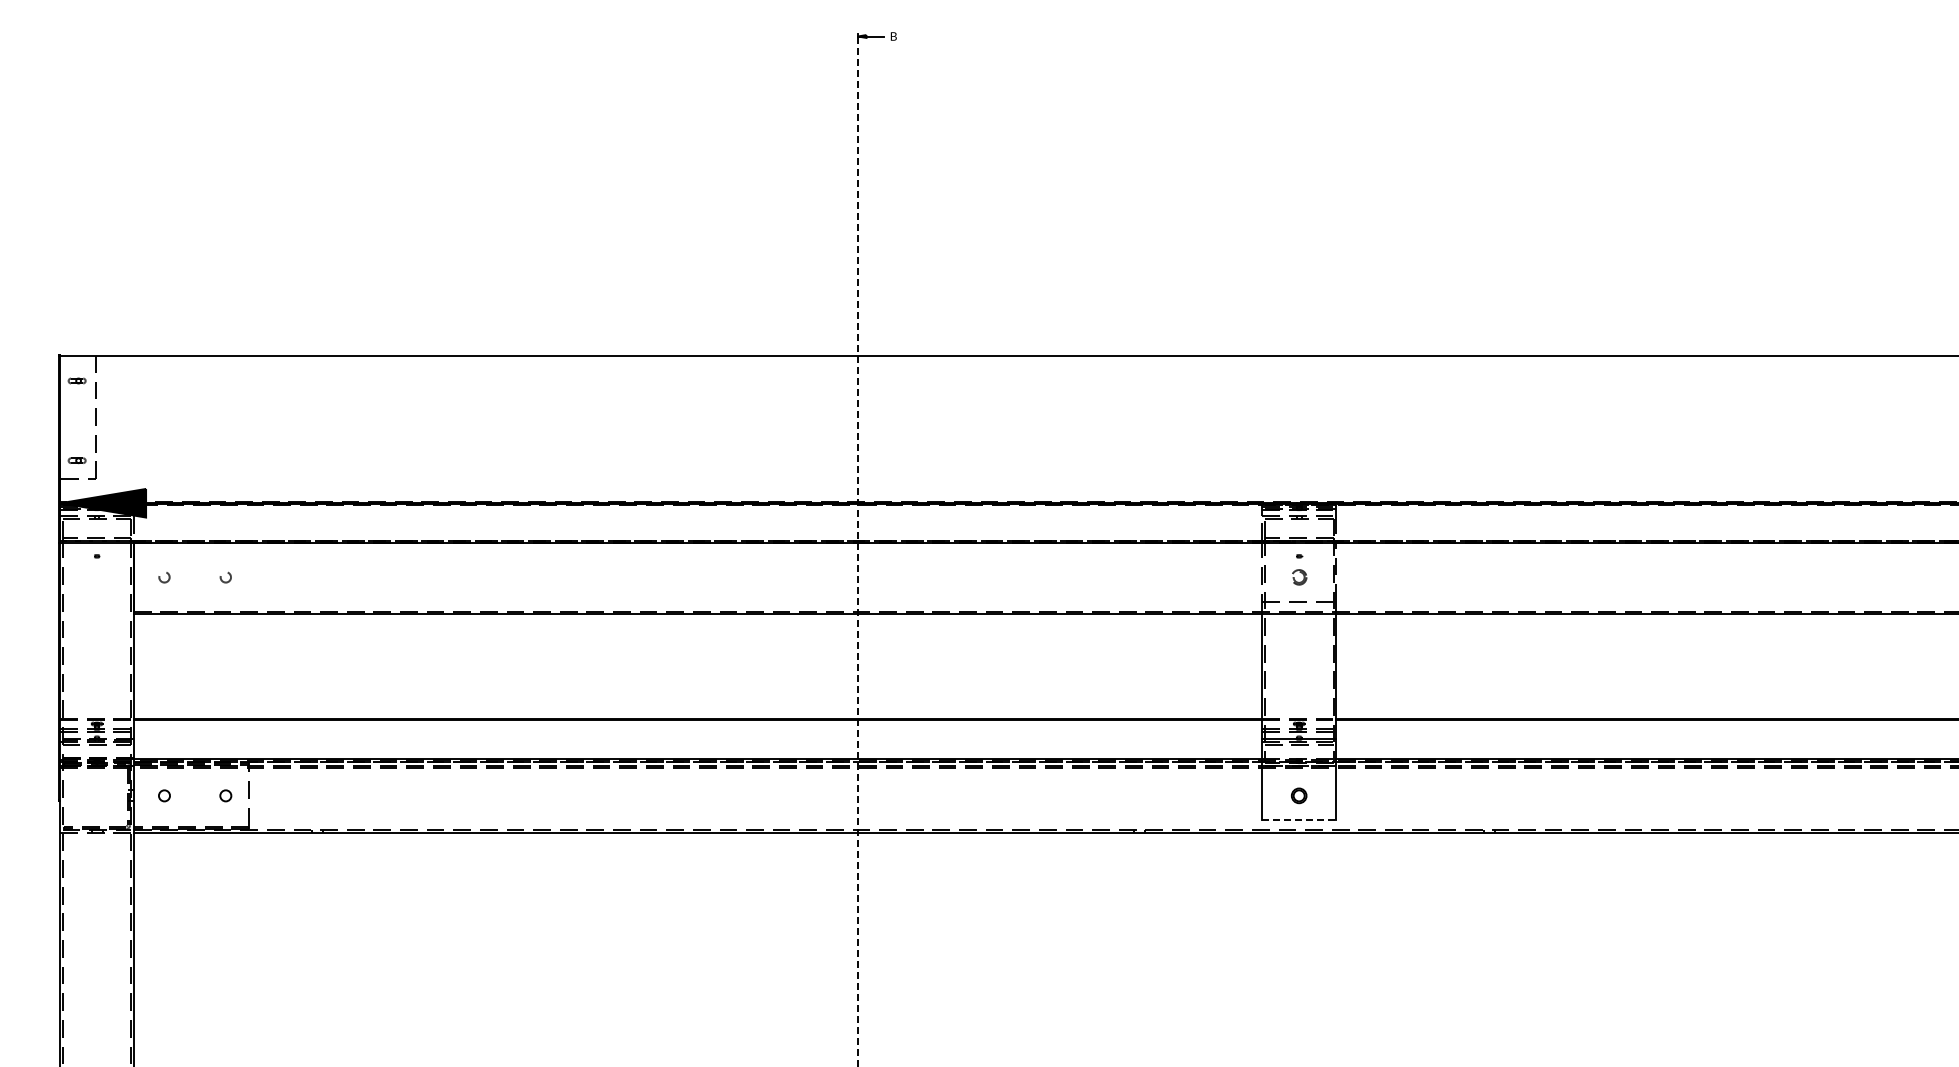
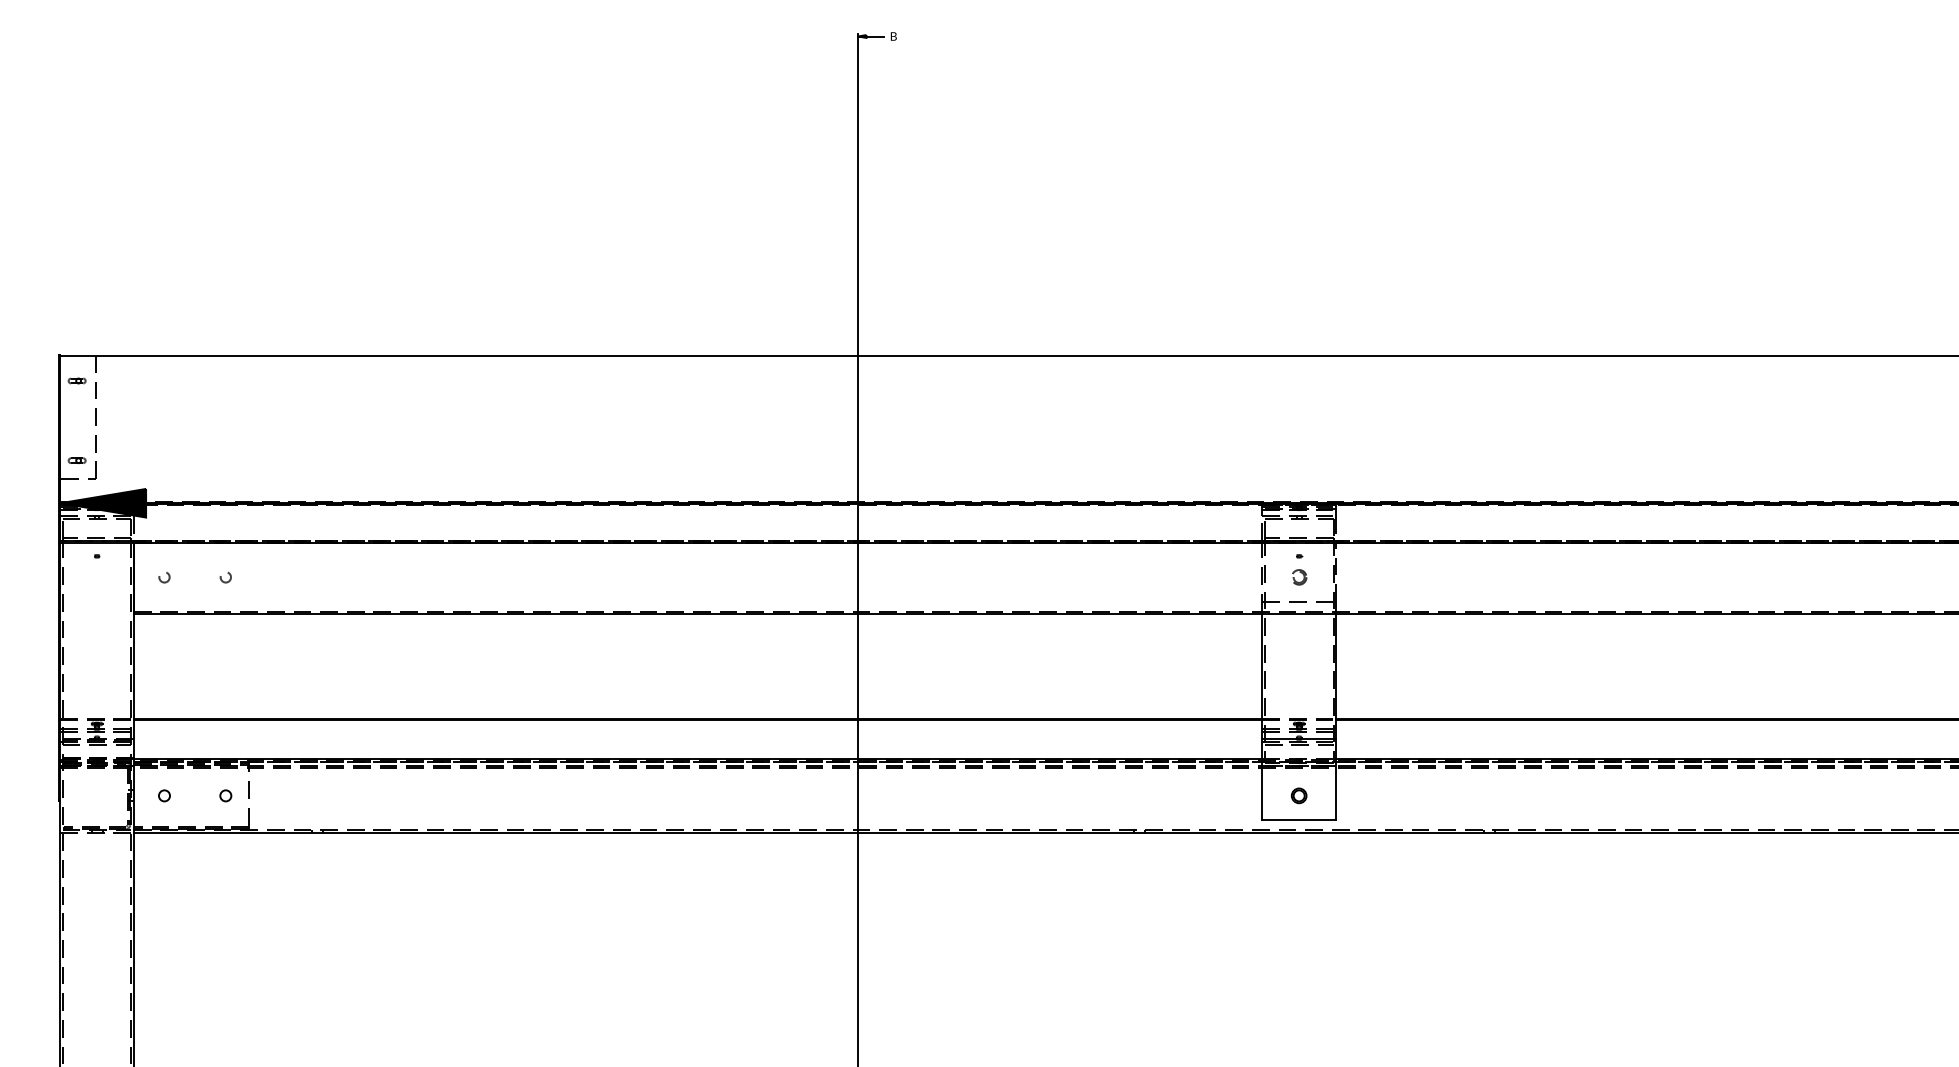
line at (857, 551): dashed -> solid
line at (1299, 820): dashed -> solid
